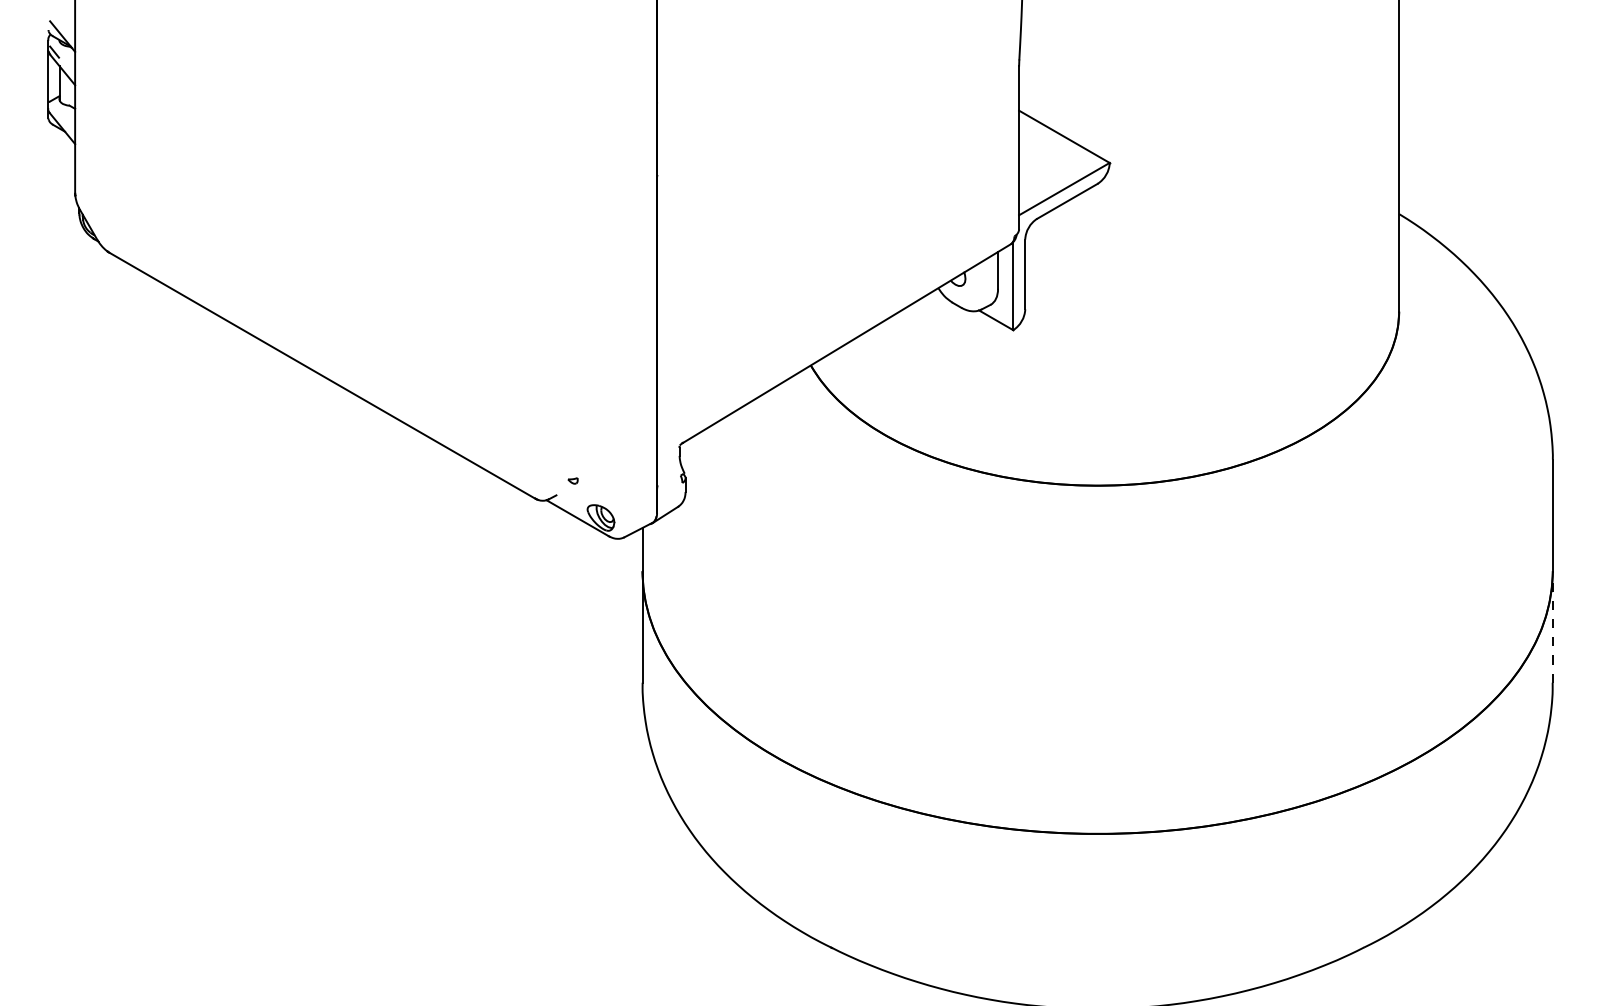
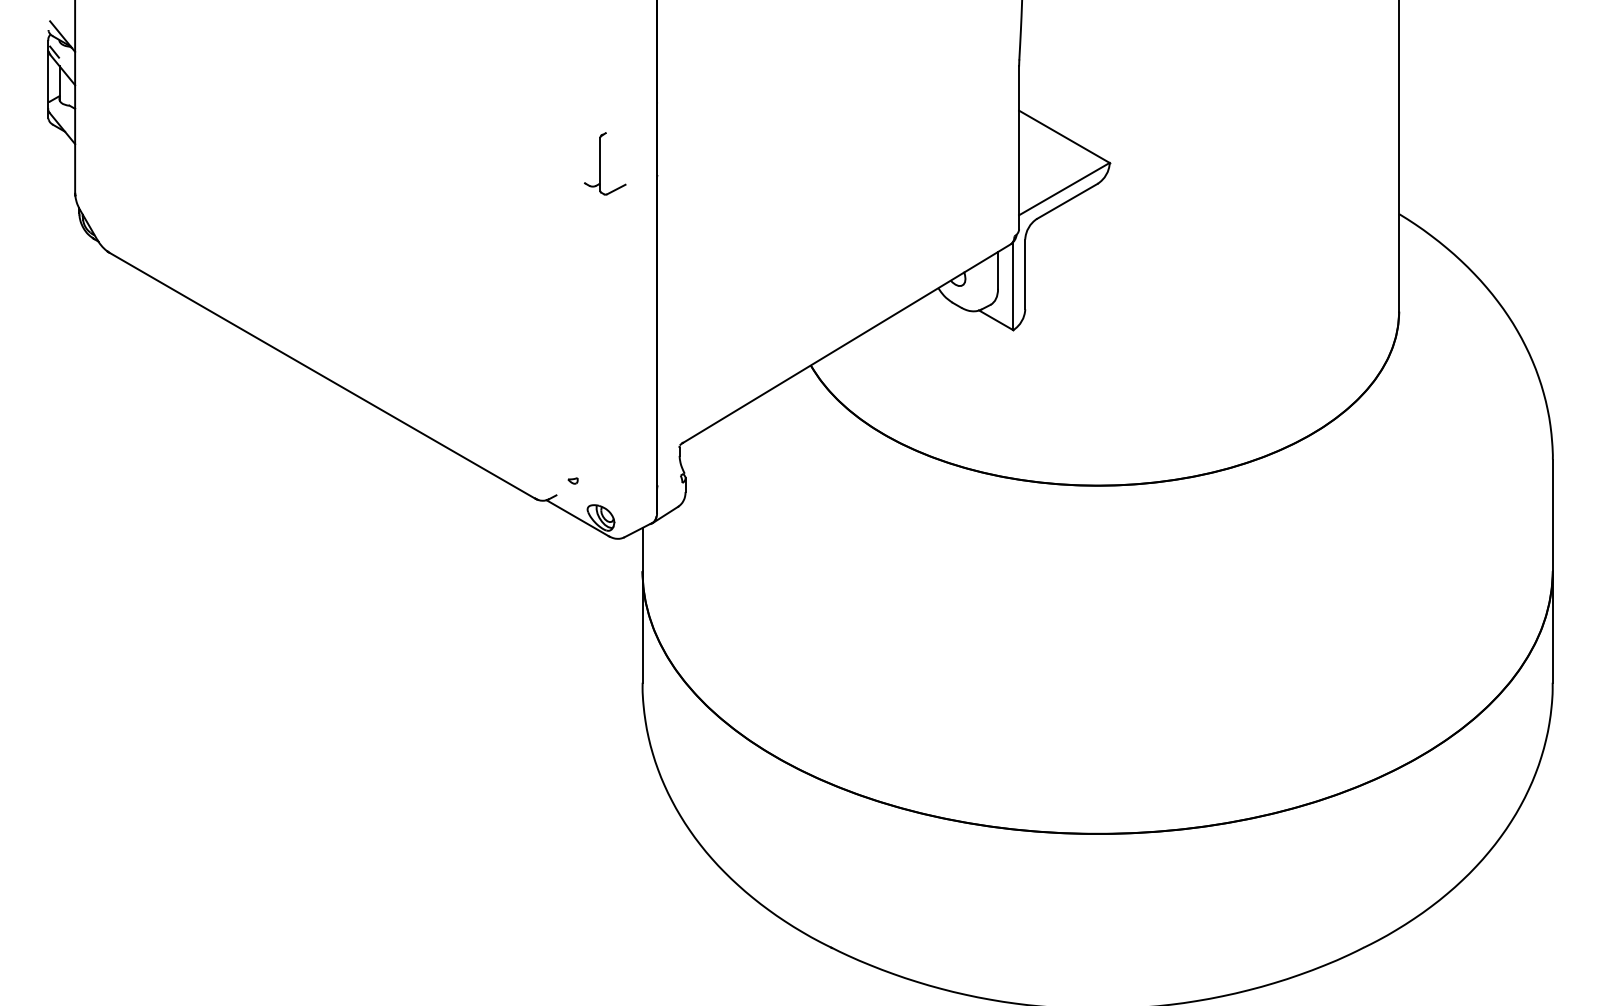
part at (605, 163): none -> present
line at (1552, 626): dashed -> solid
